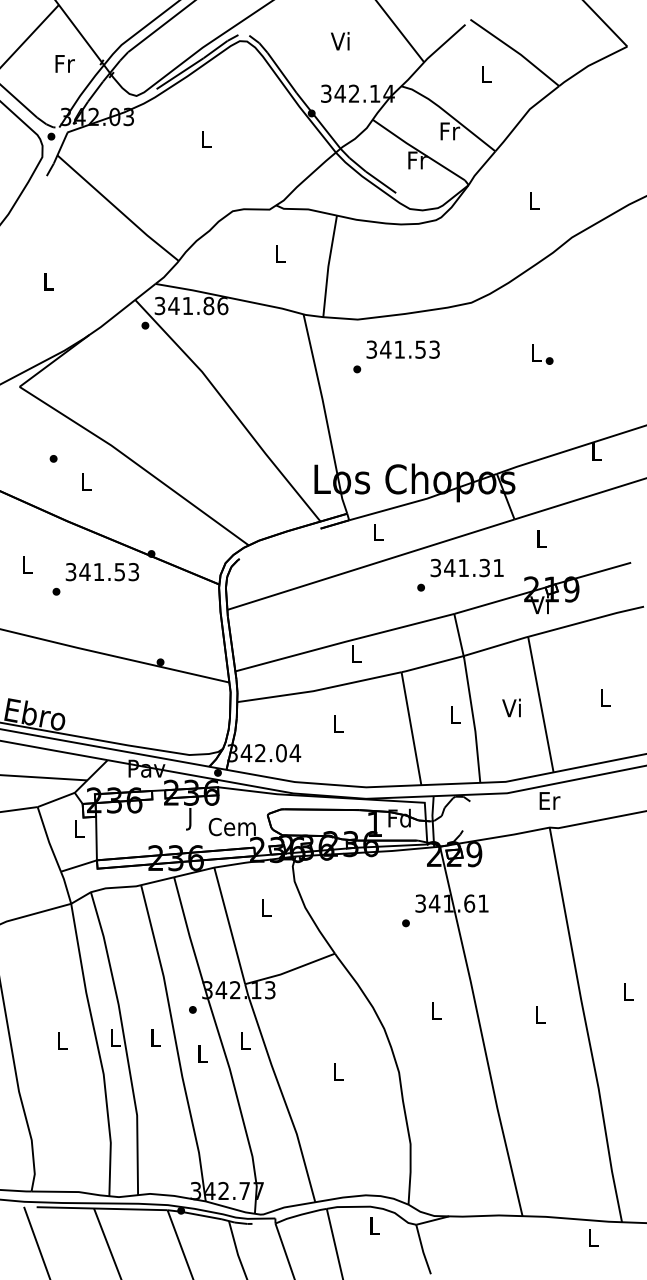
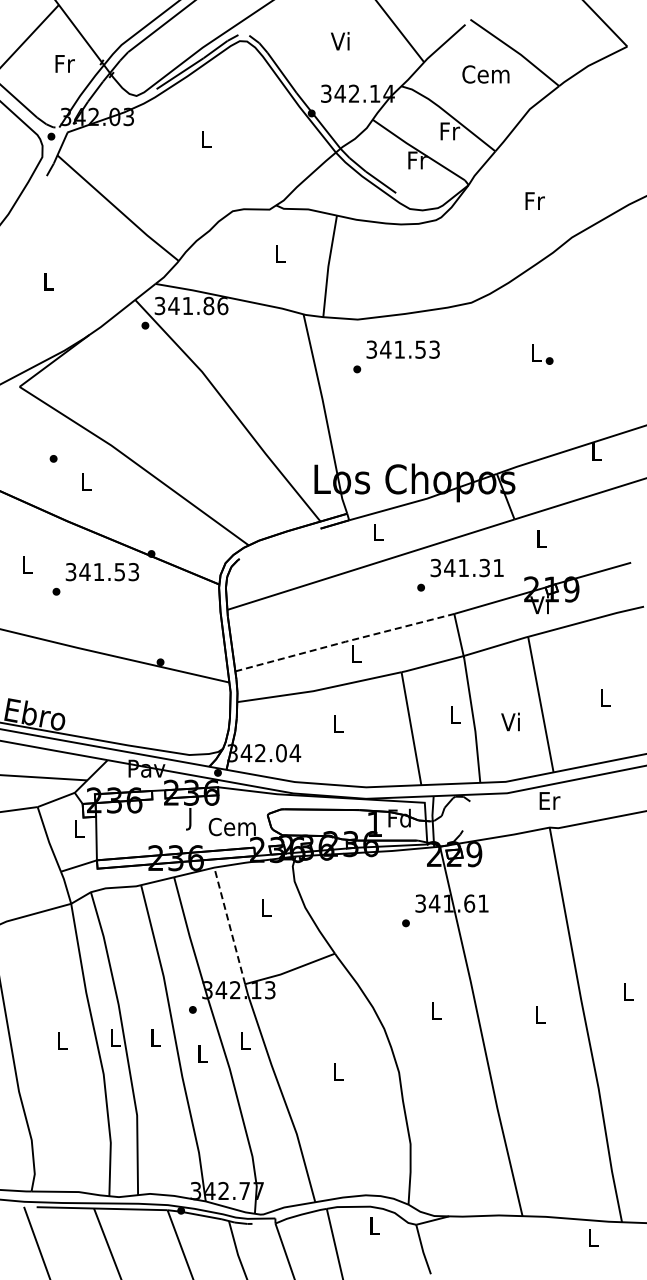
text at (485, 74): L -> Cem
text at (534, 200): L -> Fr
line at (345, 641): solid -> dashed
text at (511, 707) position: (511, 707) -> (510, 721)
line at (229, 925): solid -> dashed
